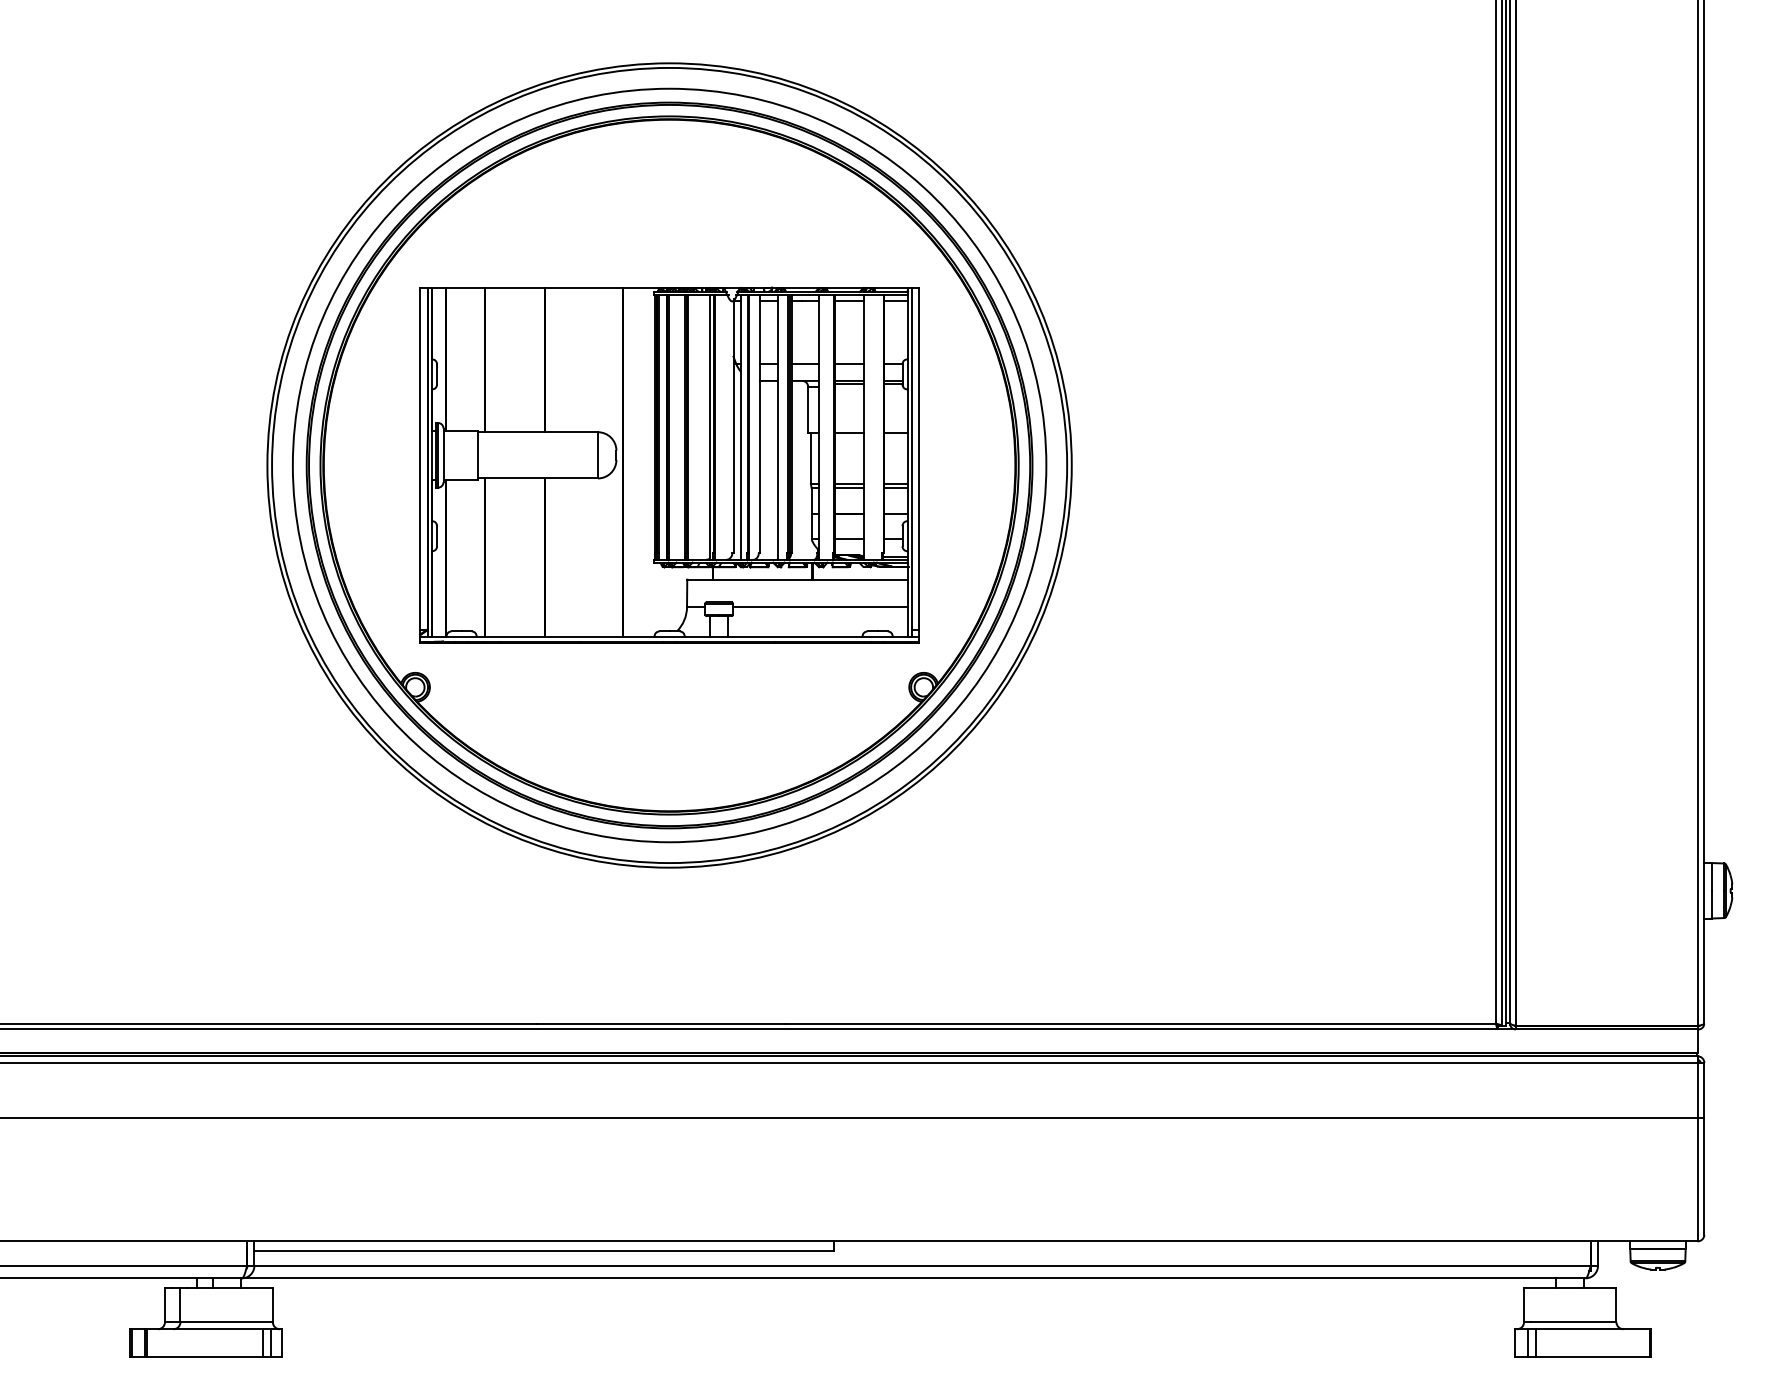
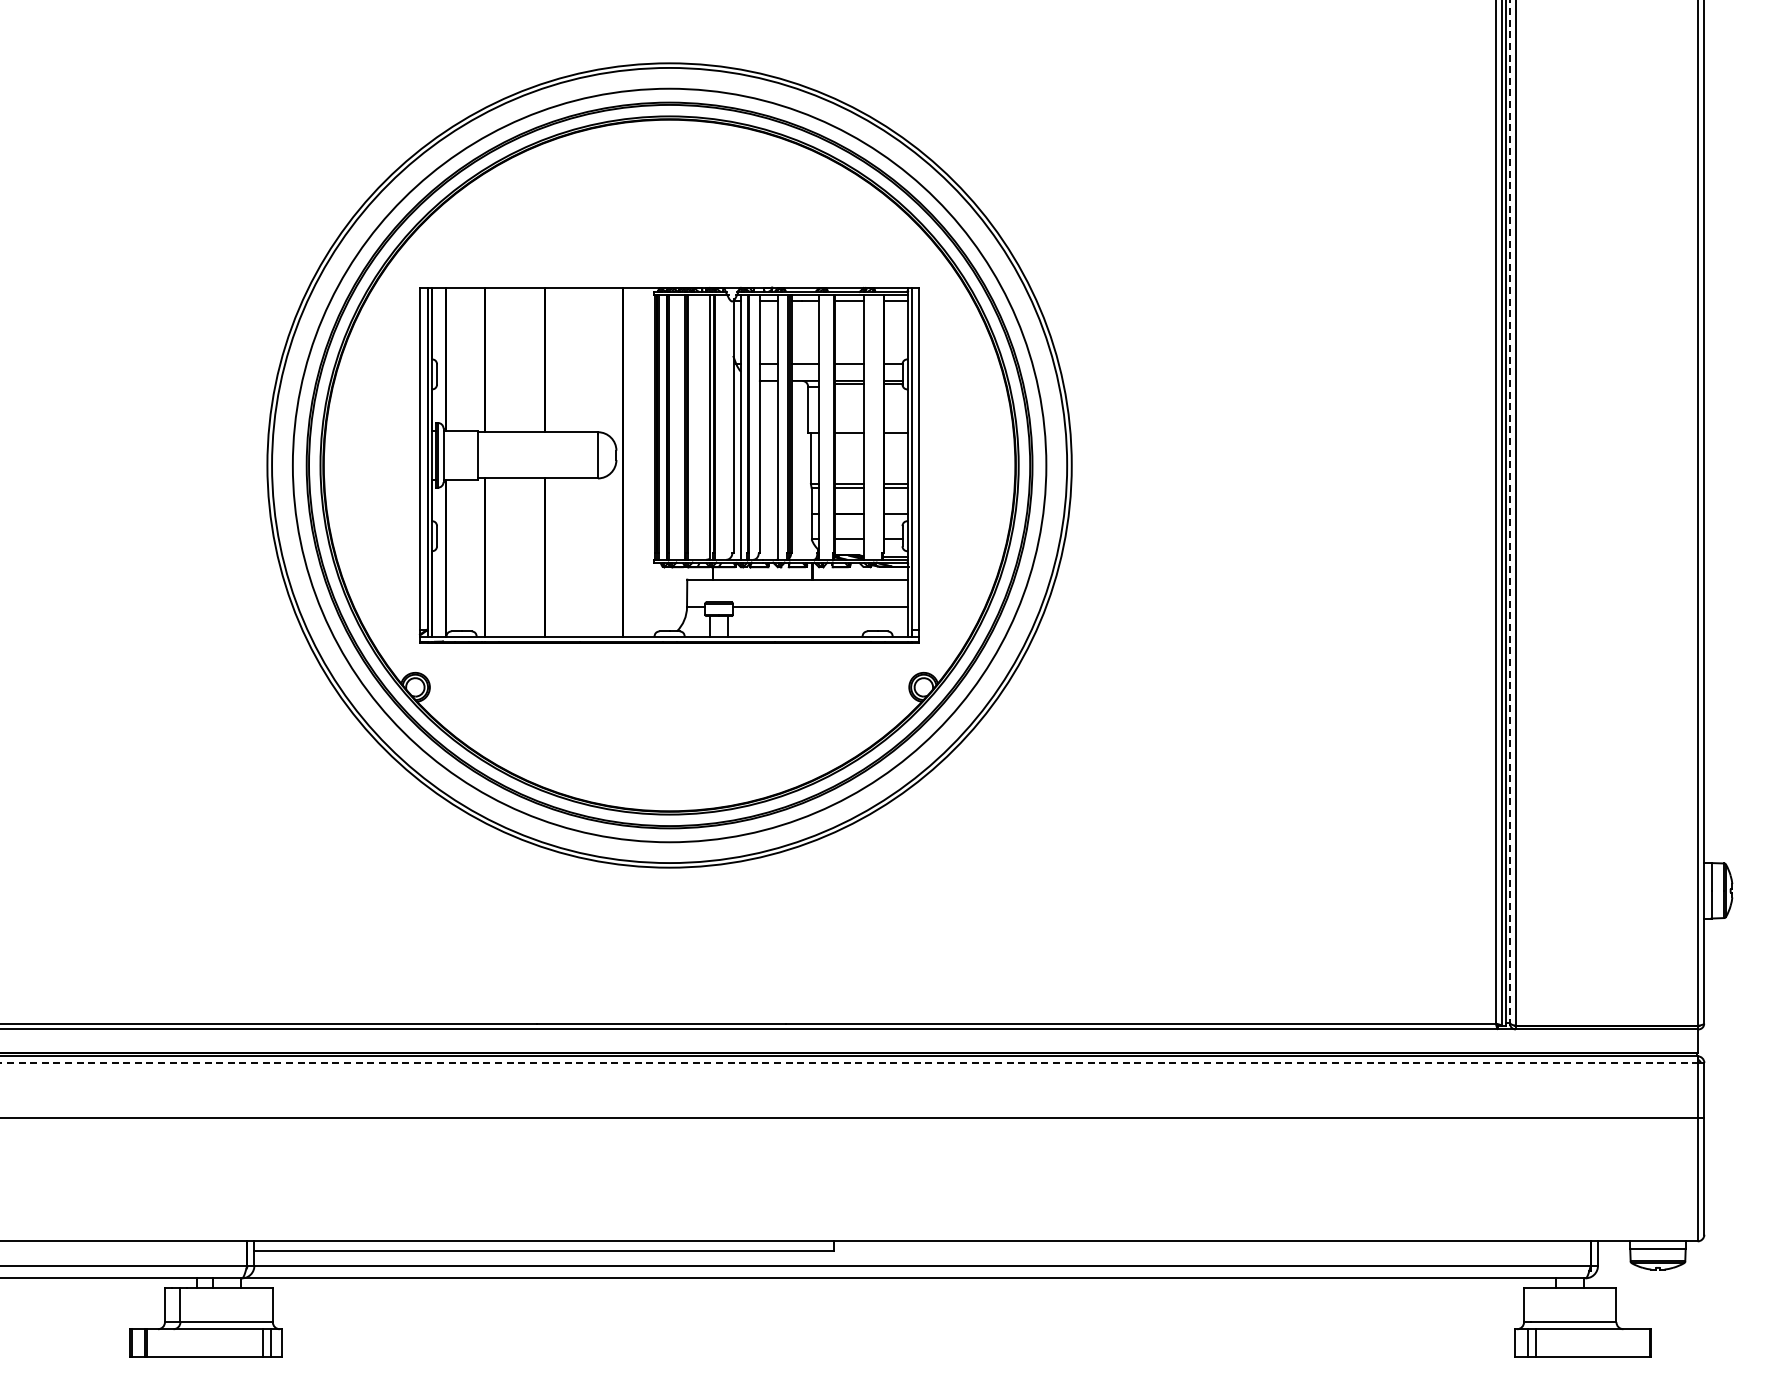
line at (1510, 512): solid -> dashed
line at (849, 1062): solid -> dashed
